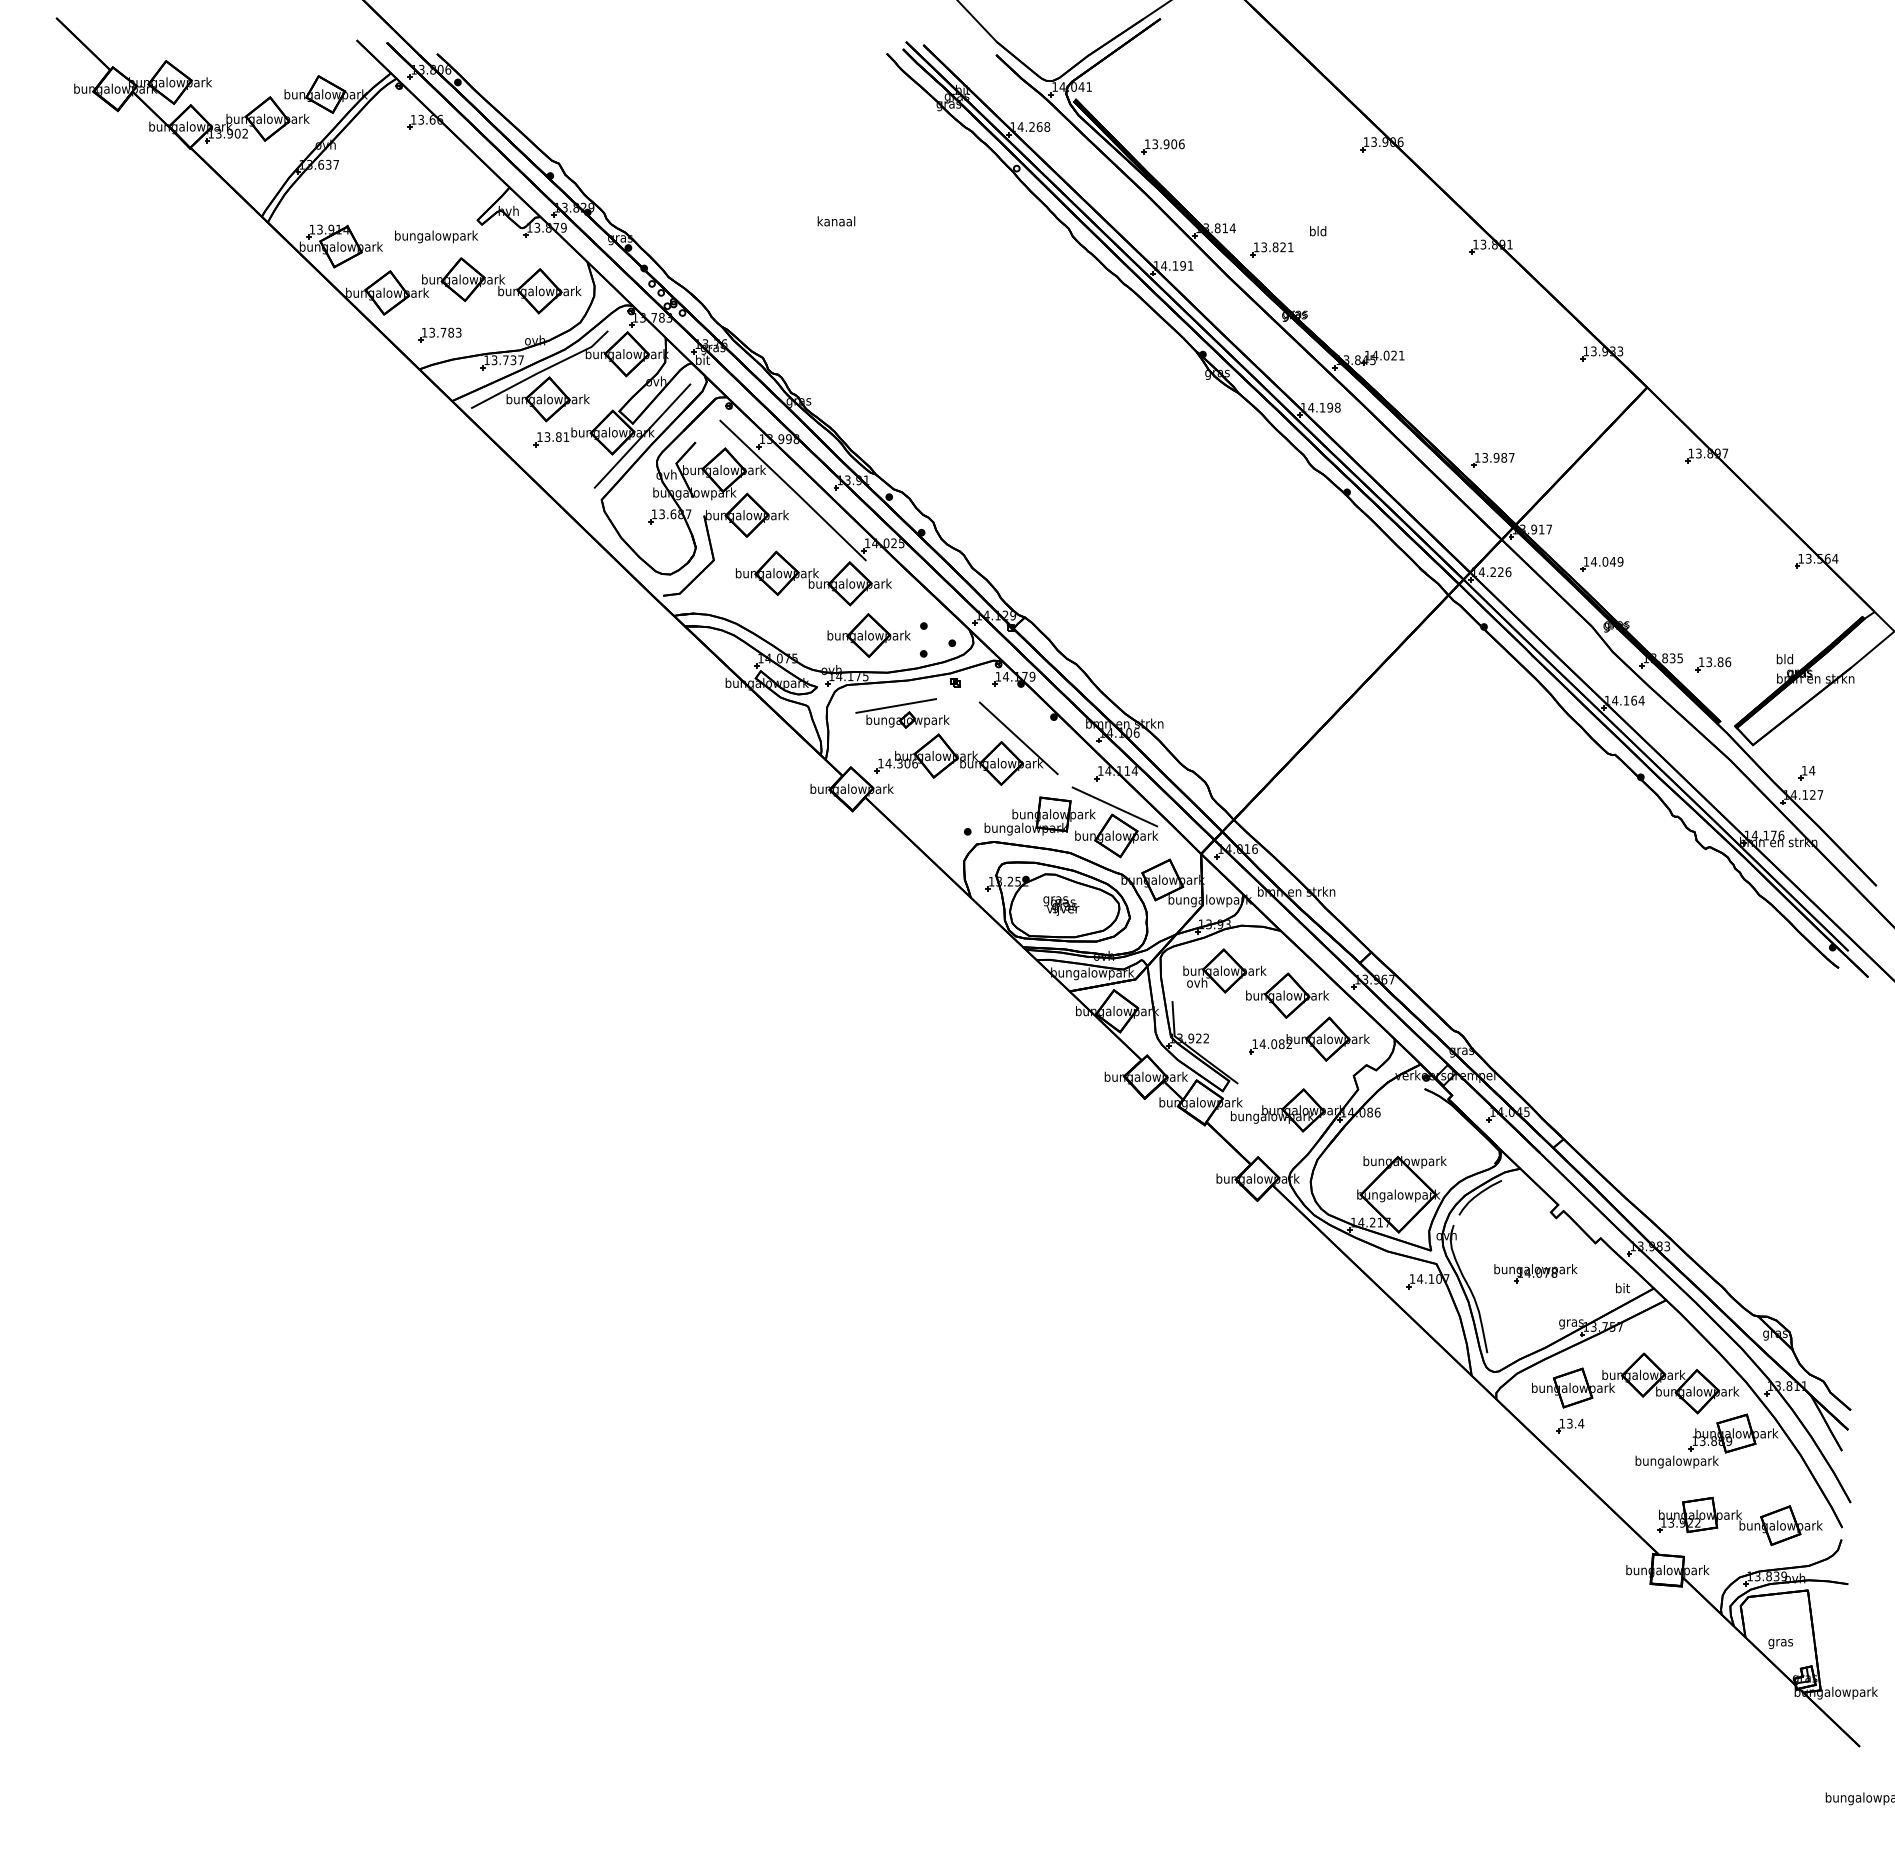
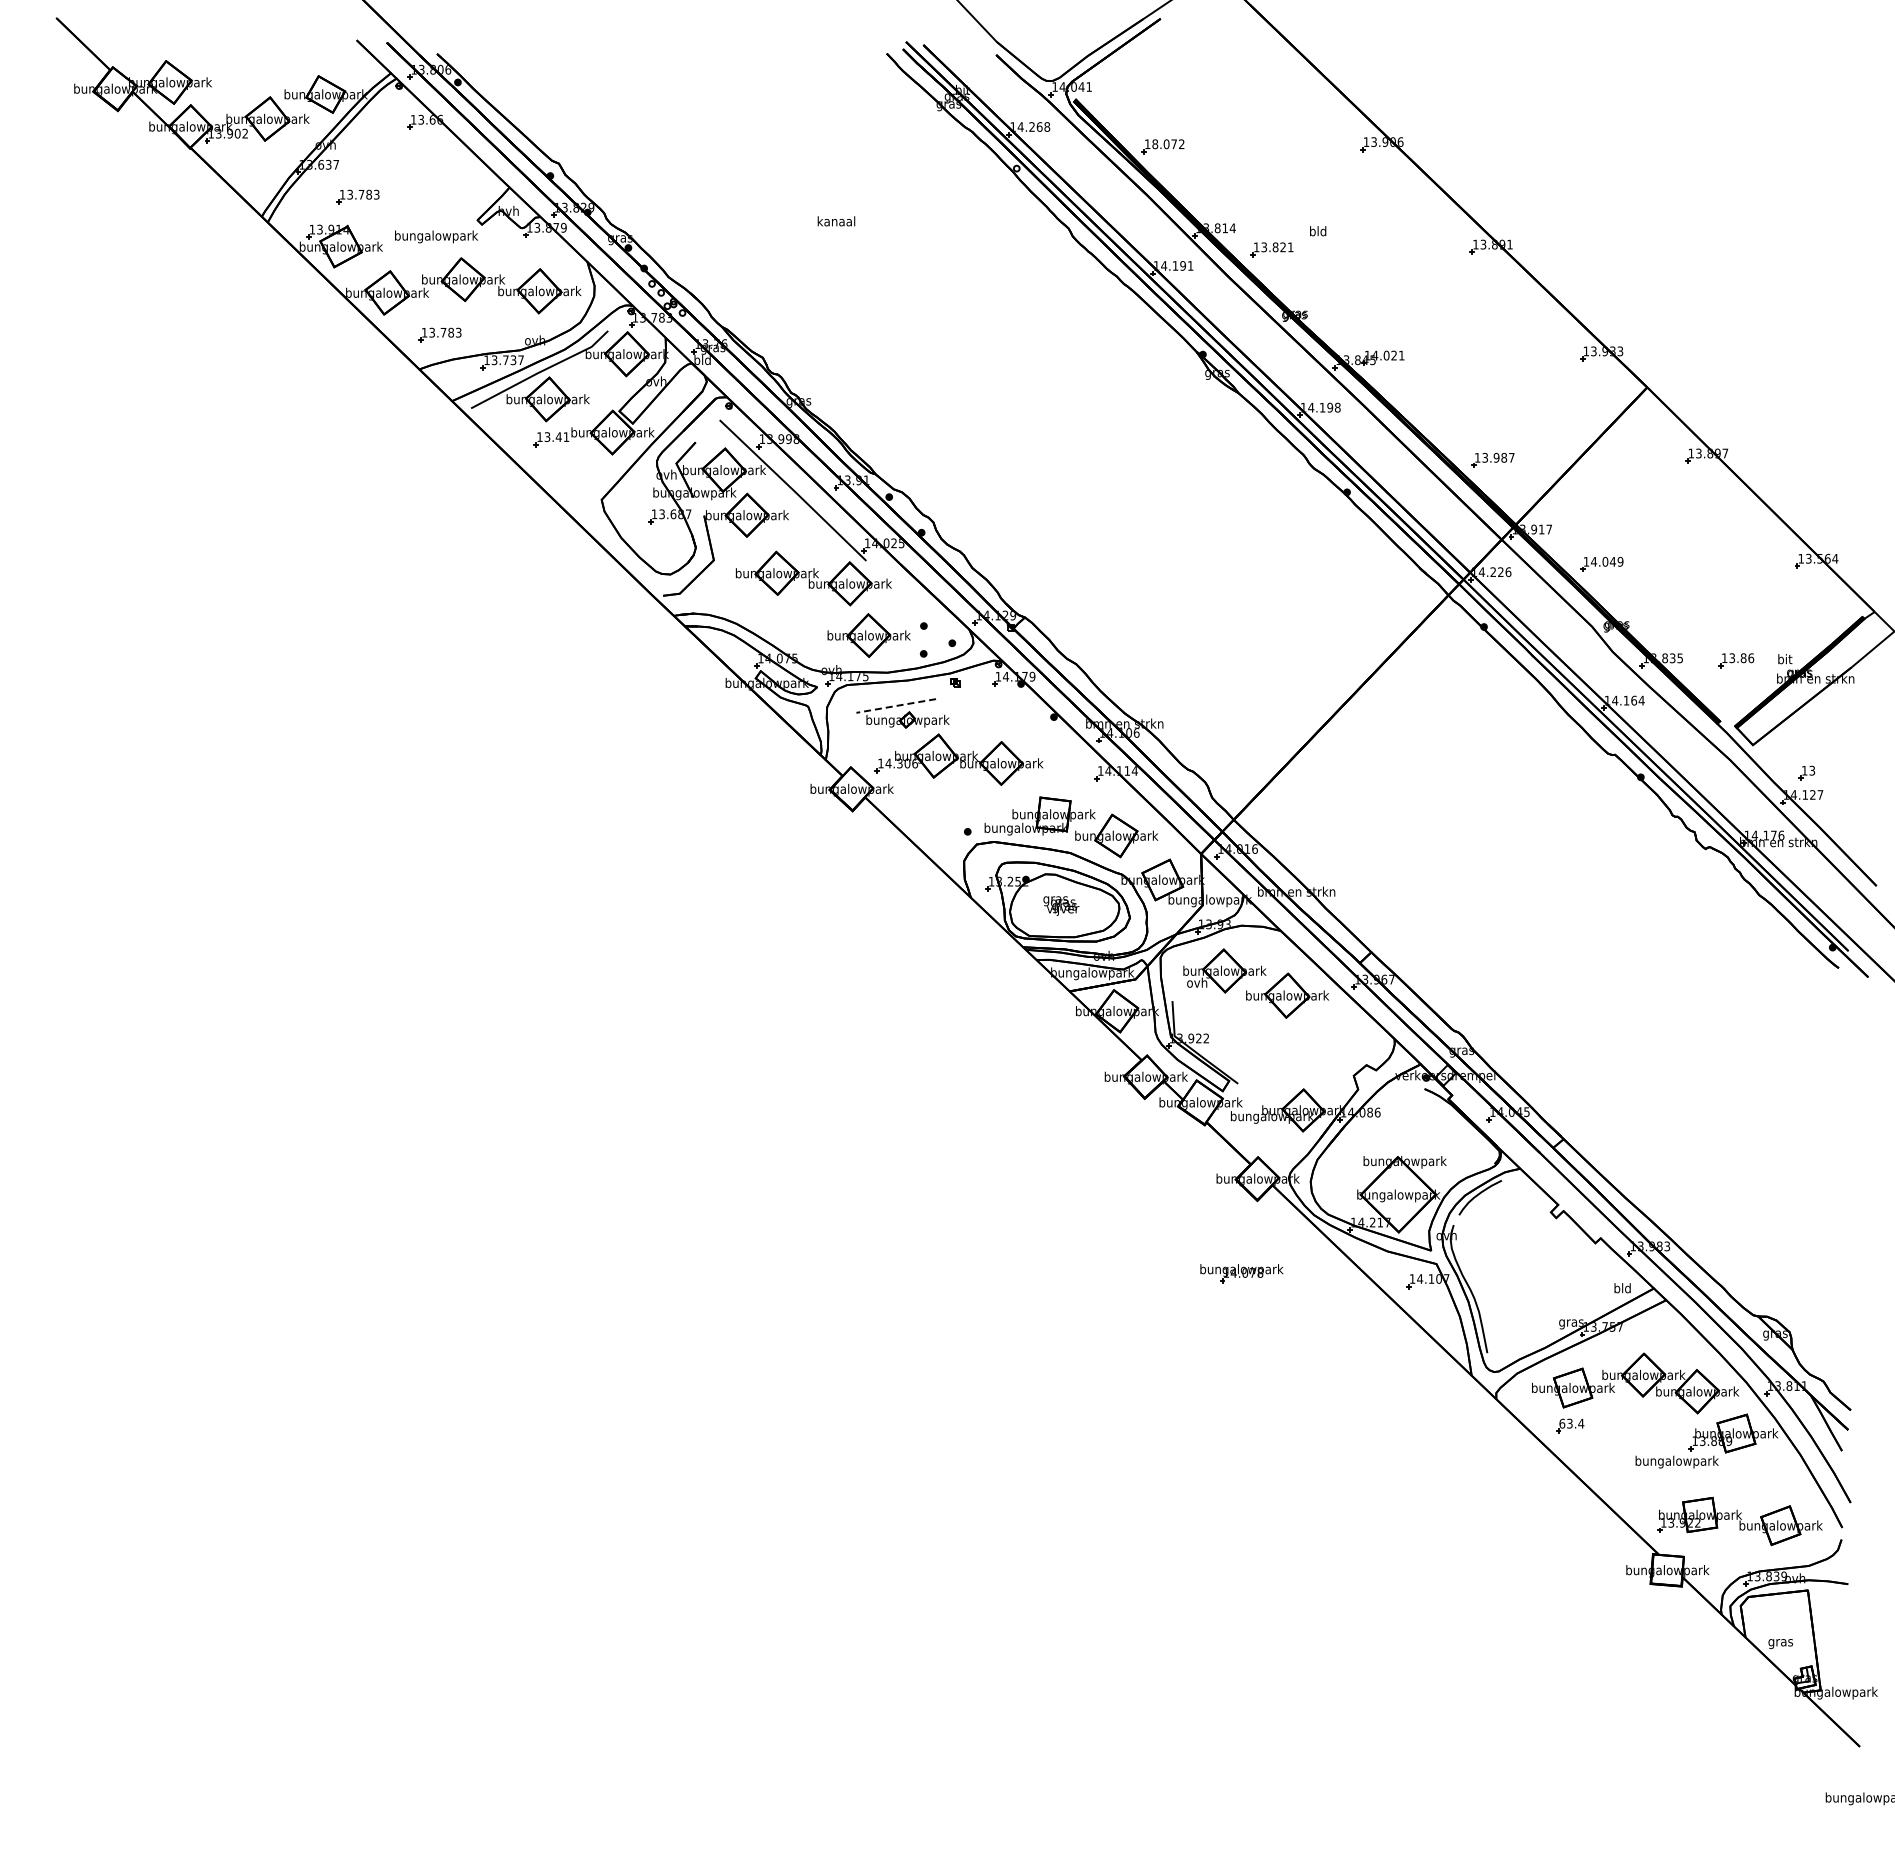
text at (1168, 144): 13.906 -> 18.072
part at (357, 196): none -> present
text at (702, 360): bit -> bld
line at (642, 435): present -> none
text at (558, 436): 13.81 -> 13.41
text at (1784, 659): bld -> bit
part at (1713, 664) position: (1713, 664) -> (1736, 660)
line at (895, 706): solid -> dashed
line at (1018, 738): present -> none
text at (1812, 770): 14 -> 13
line at (1114, 806): present -> none
part at (1309, 1038): present -> none
part at (1535, 1273) position: (1535, 1273) -> (1241, 1273)
text at (1622, 1288): bit -> bld
text at (1562, 1423): 13.4 -> 63.4
